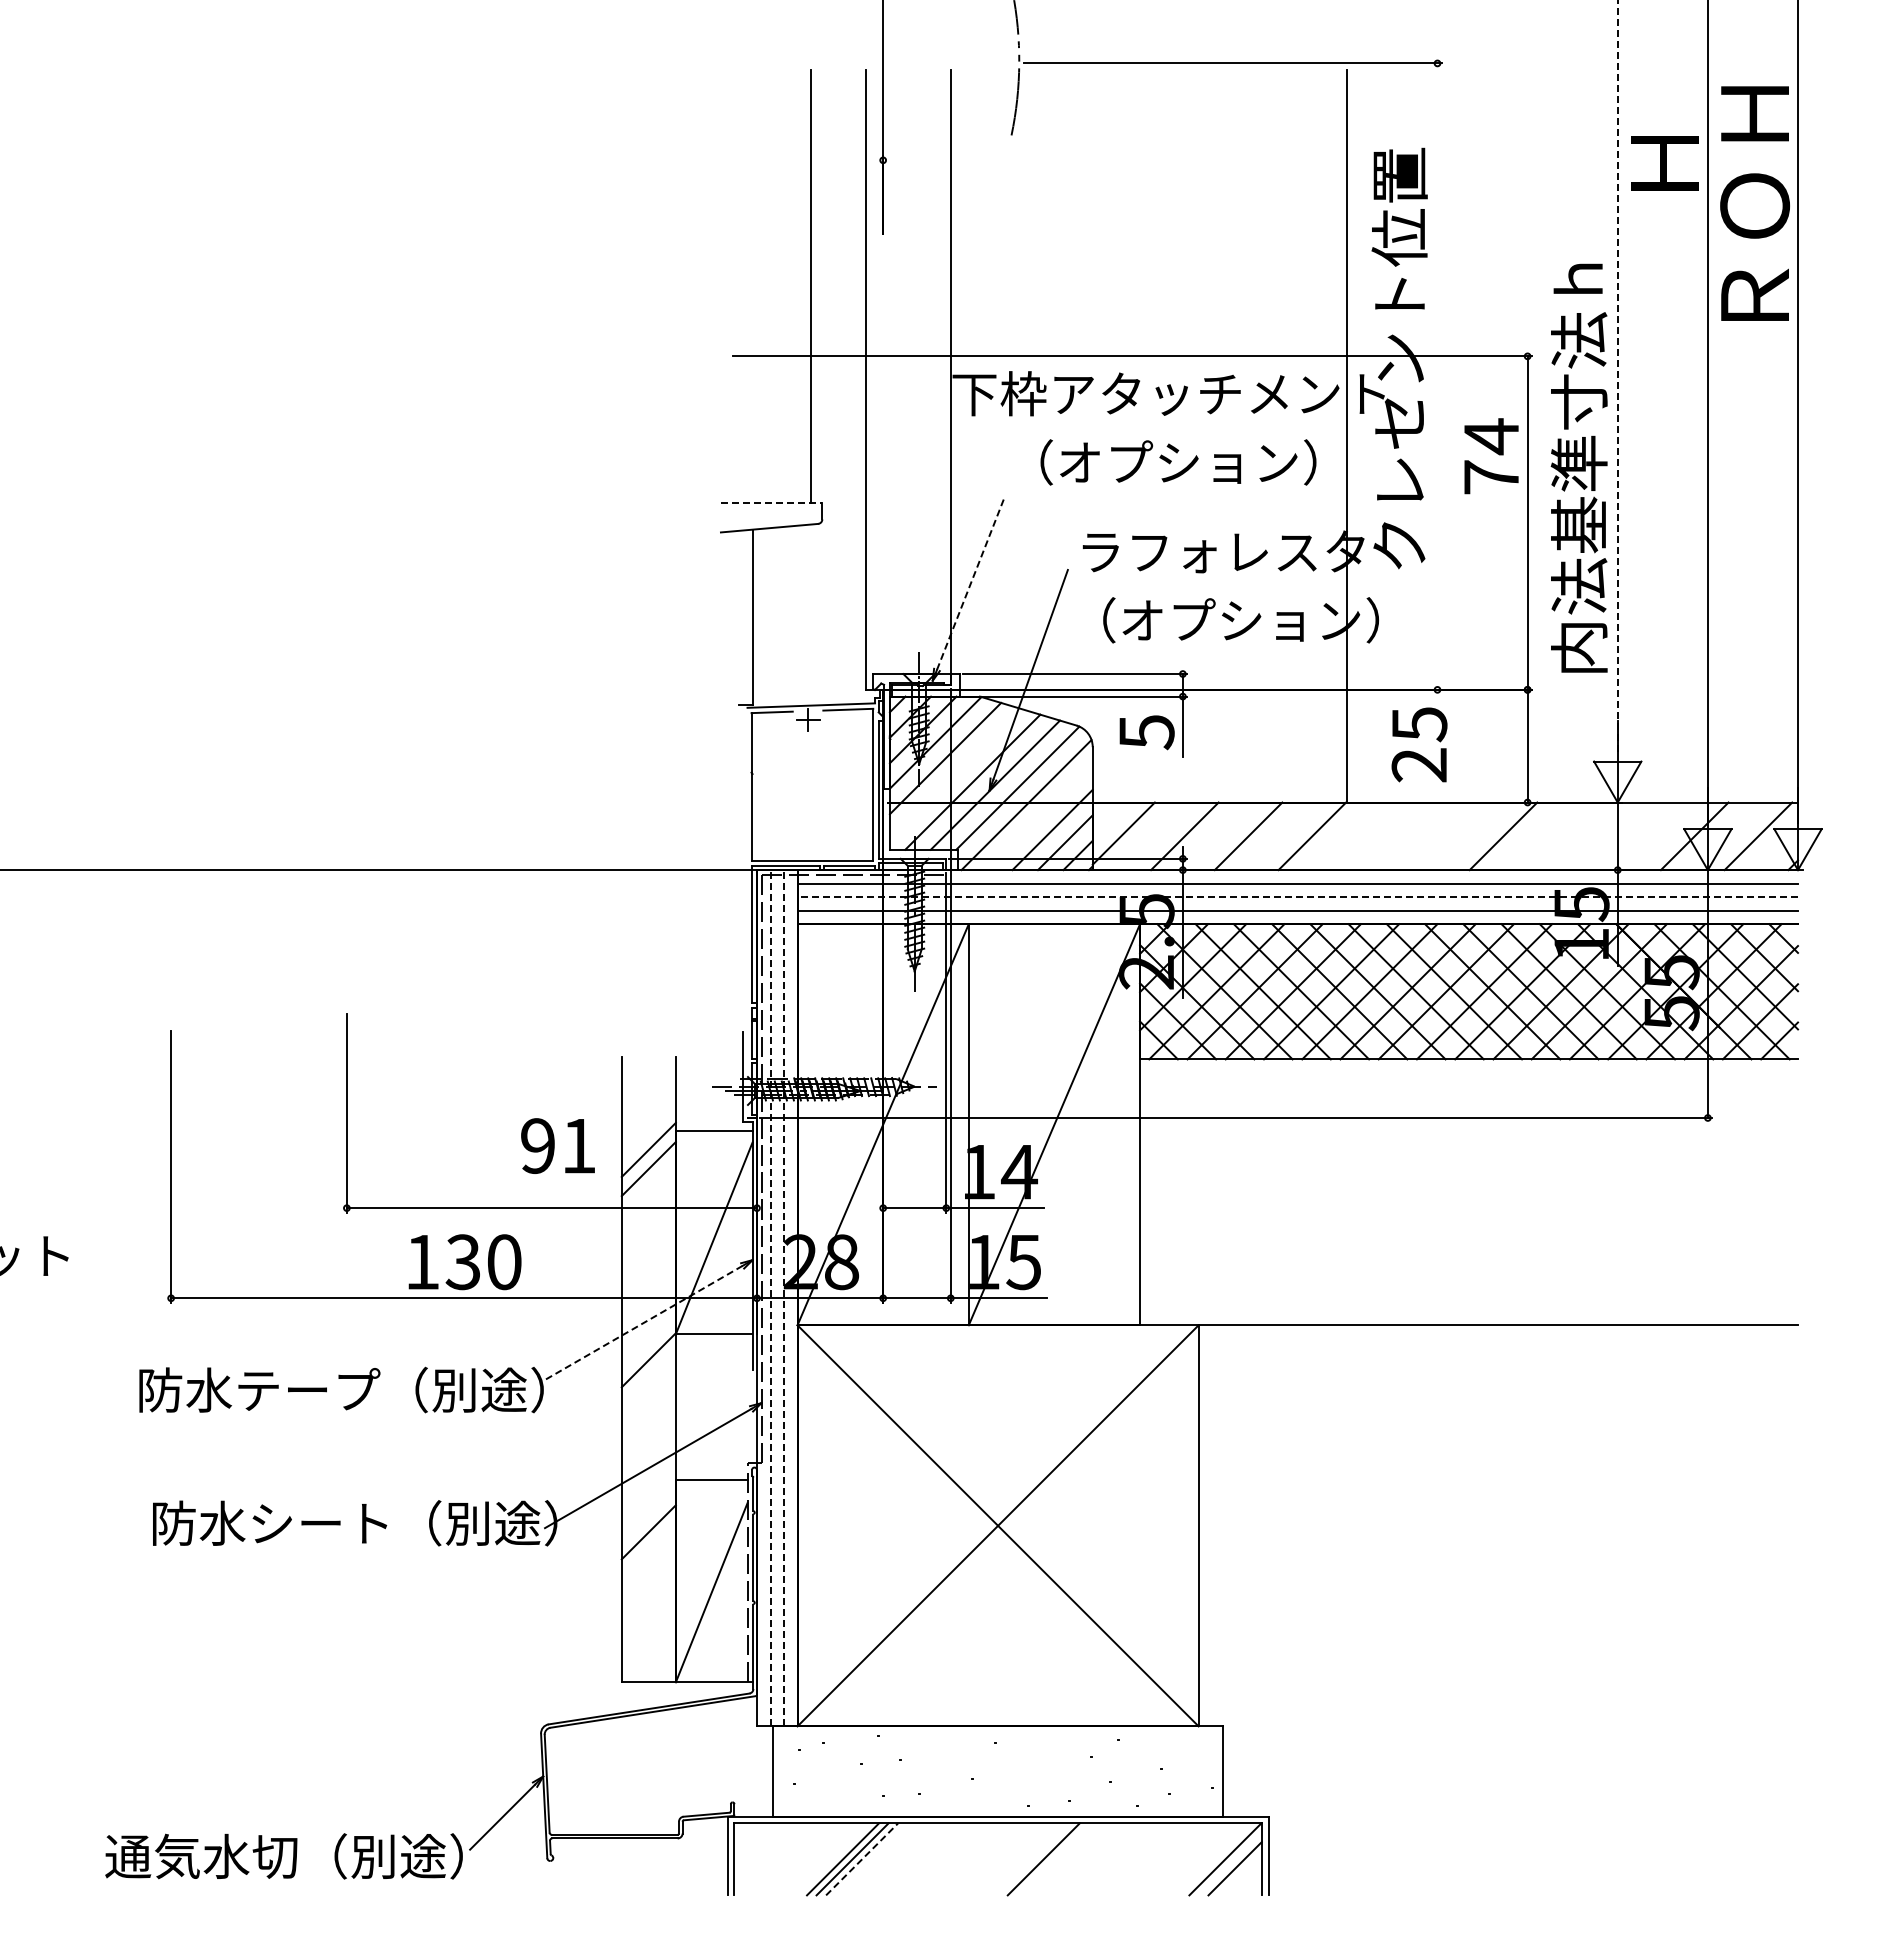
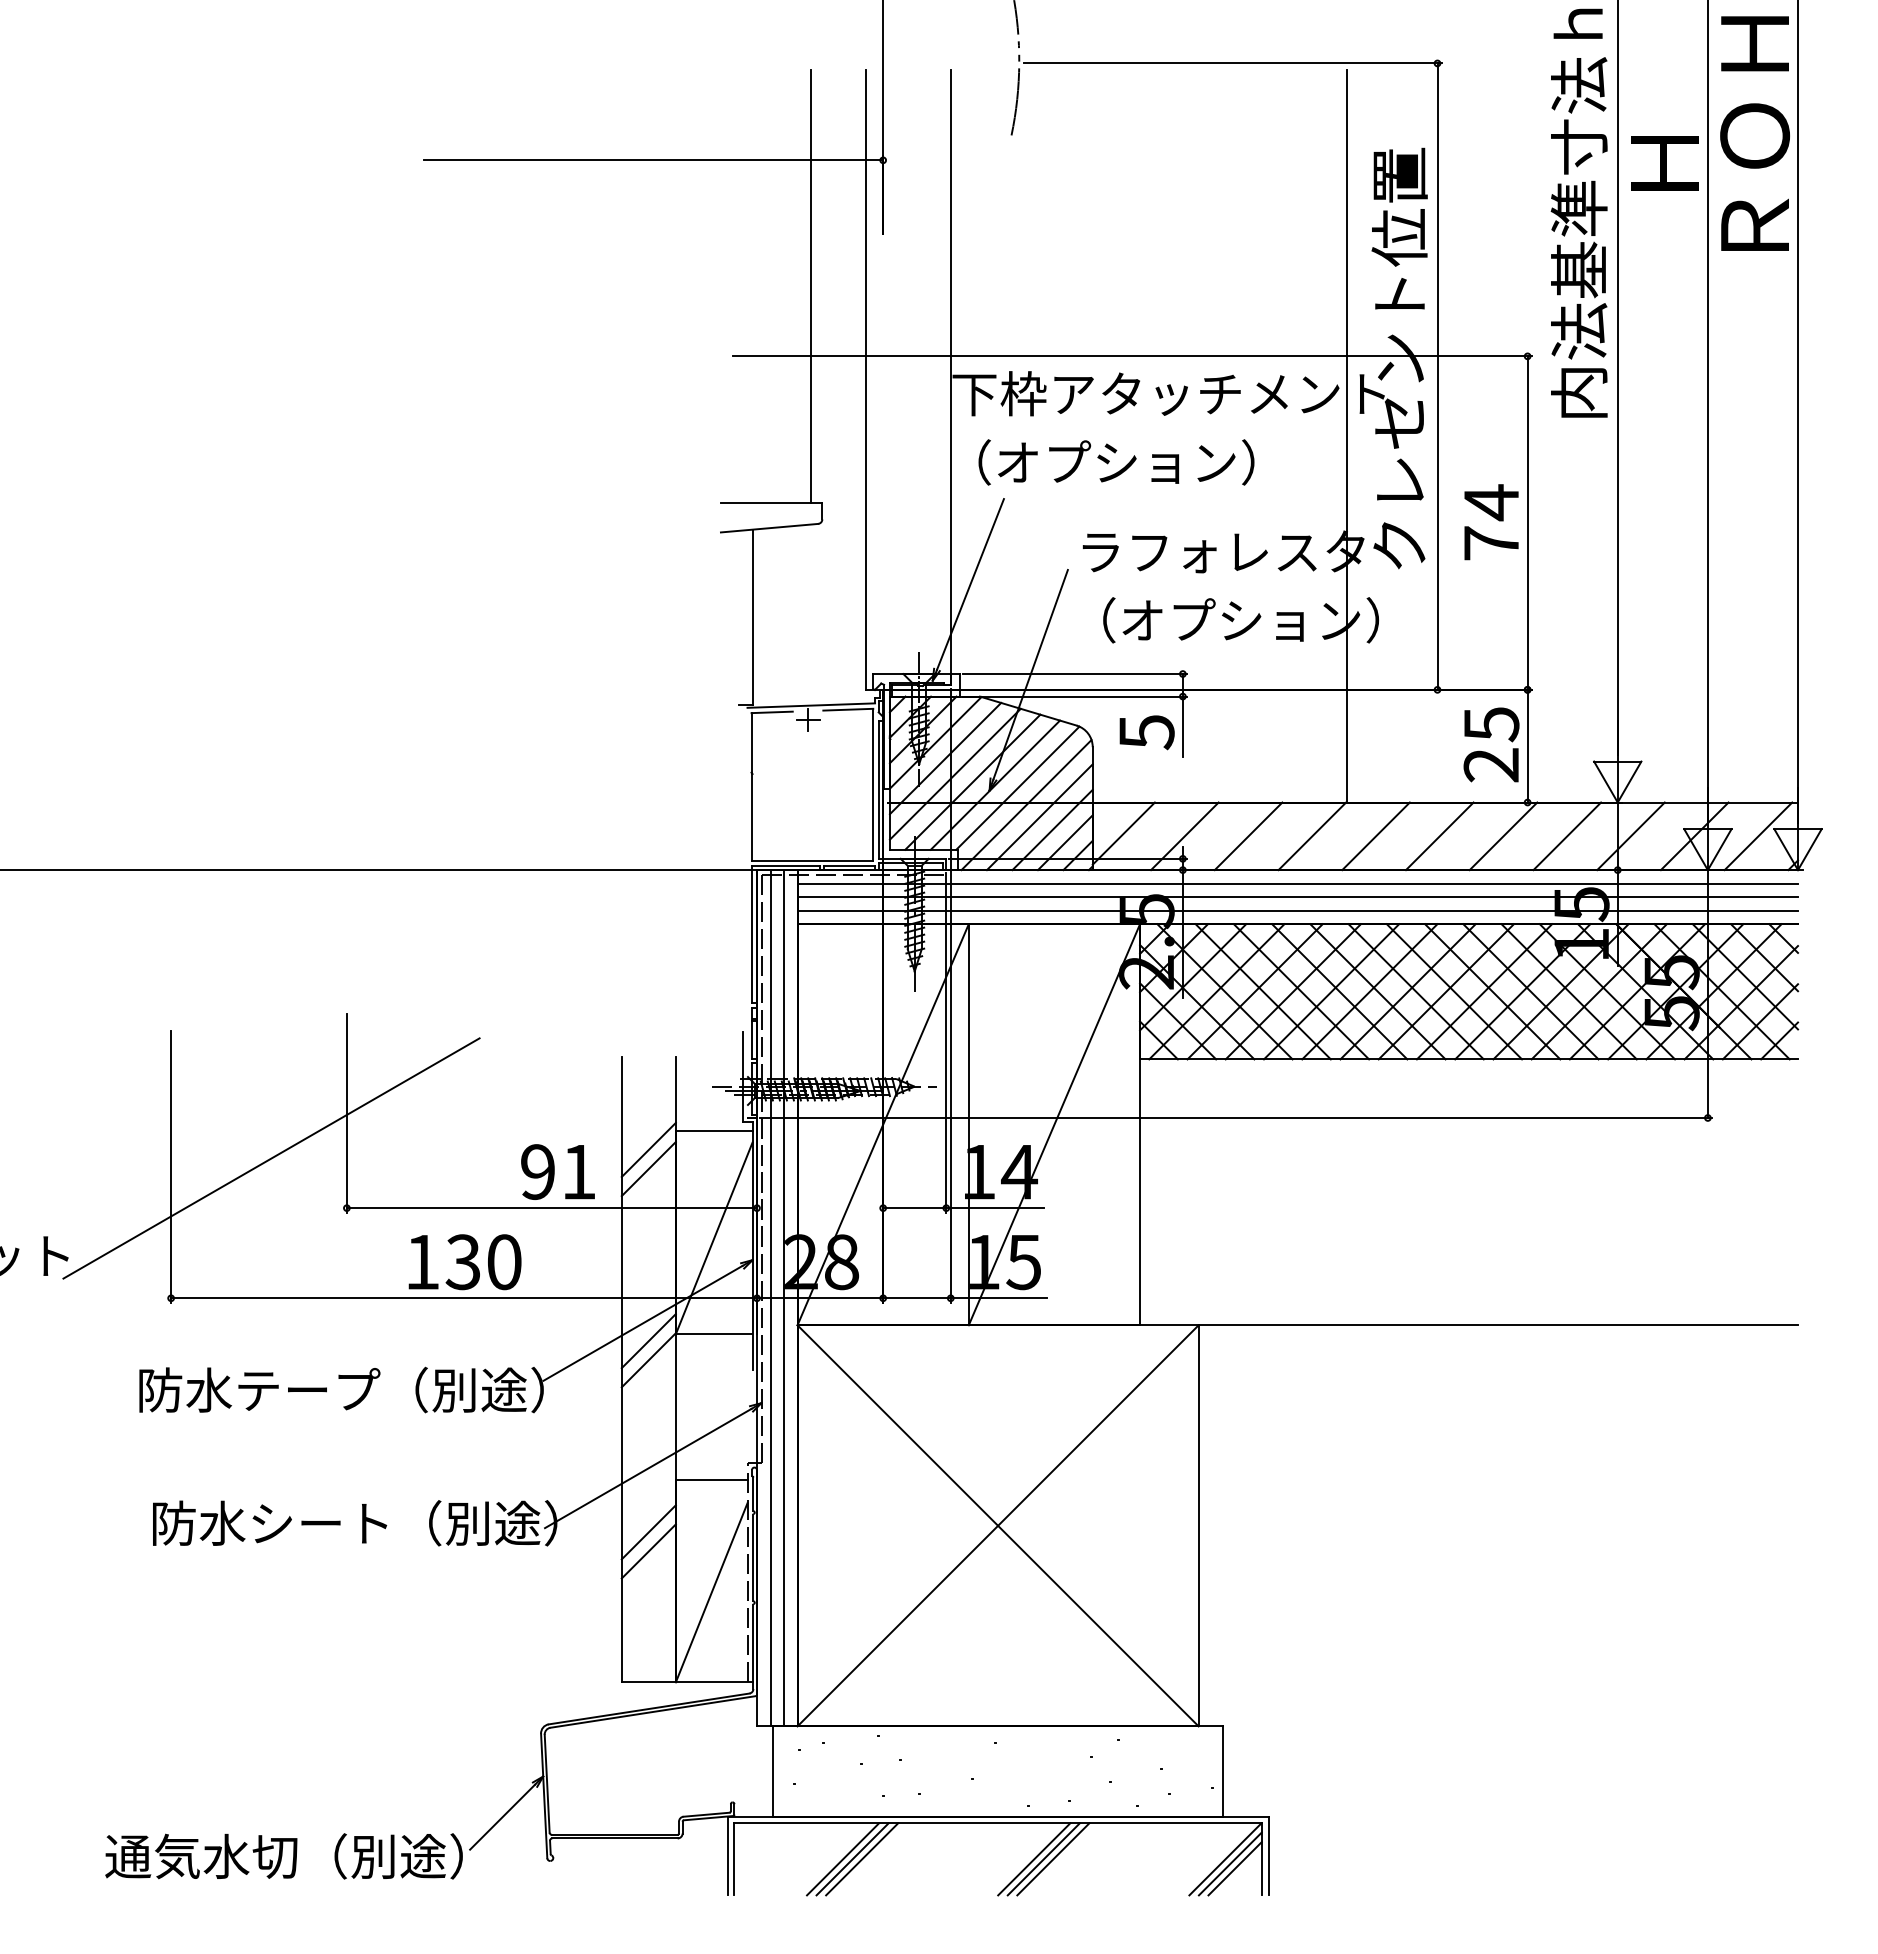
line at (653, 160): none -> present
text at (1754, 203) position: (1754, 203) -> (1754, 133)
line at (1437, 376): none -> present
line at (1617, 378): dashed -> solid
text at (1491, 456) position: (1491, 456) -> (1491, 522)
text at (1178, 462) position: (1178, 462) -> (1116, 462)
text at (1578, 467) position: (1578, 467) -> (1578, 212)
line at (771, 503): dashed -> solid
line at (970, 584): dashed -> solid
text at (1419, 744) position: (1419, 744) -> (1491, 744)
line at (954, 773): none -> present
line at (1039, 817): none -> present
line at (1375, 836): none -> present
line at (1439, 836): none -> present
line at (1567, 836): none -> present
line at (1630, 836): none -> present
line at (1297, 897): dashed -> solid
text at (557, 1145) position: (557, 1145) -> (557, 1171)
line at (271, 1158): none -> present
line at (770, 1297): dashed -> solid
line at (784, 1297): dashed -> solid
line at (643, 1323): dashed -> solid
line at (648, 1341): none -> present
line at (648, 1551): none -> present
line at (862, 1859): dashed -> solid
line at (1034, 1859): none -> present
line at (1053, 1859): none -> present
line at (1229, 1863): none -> present
